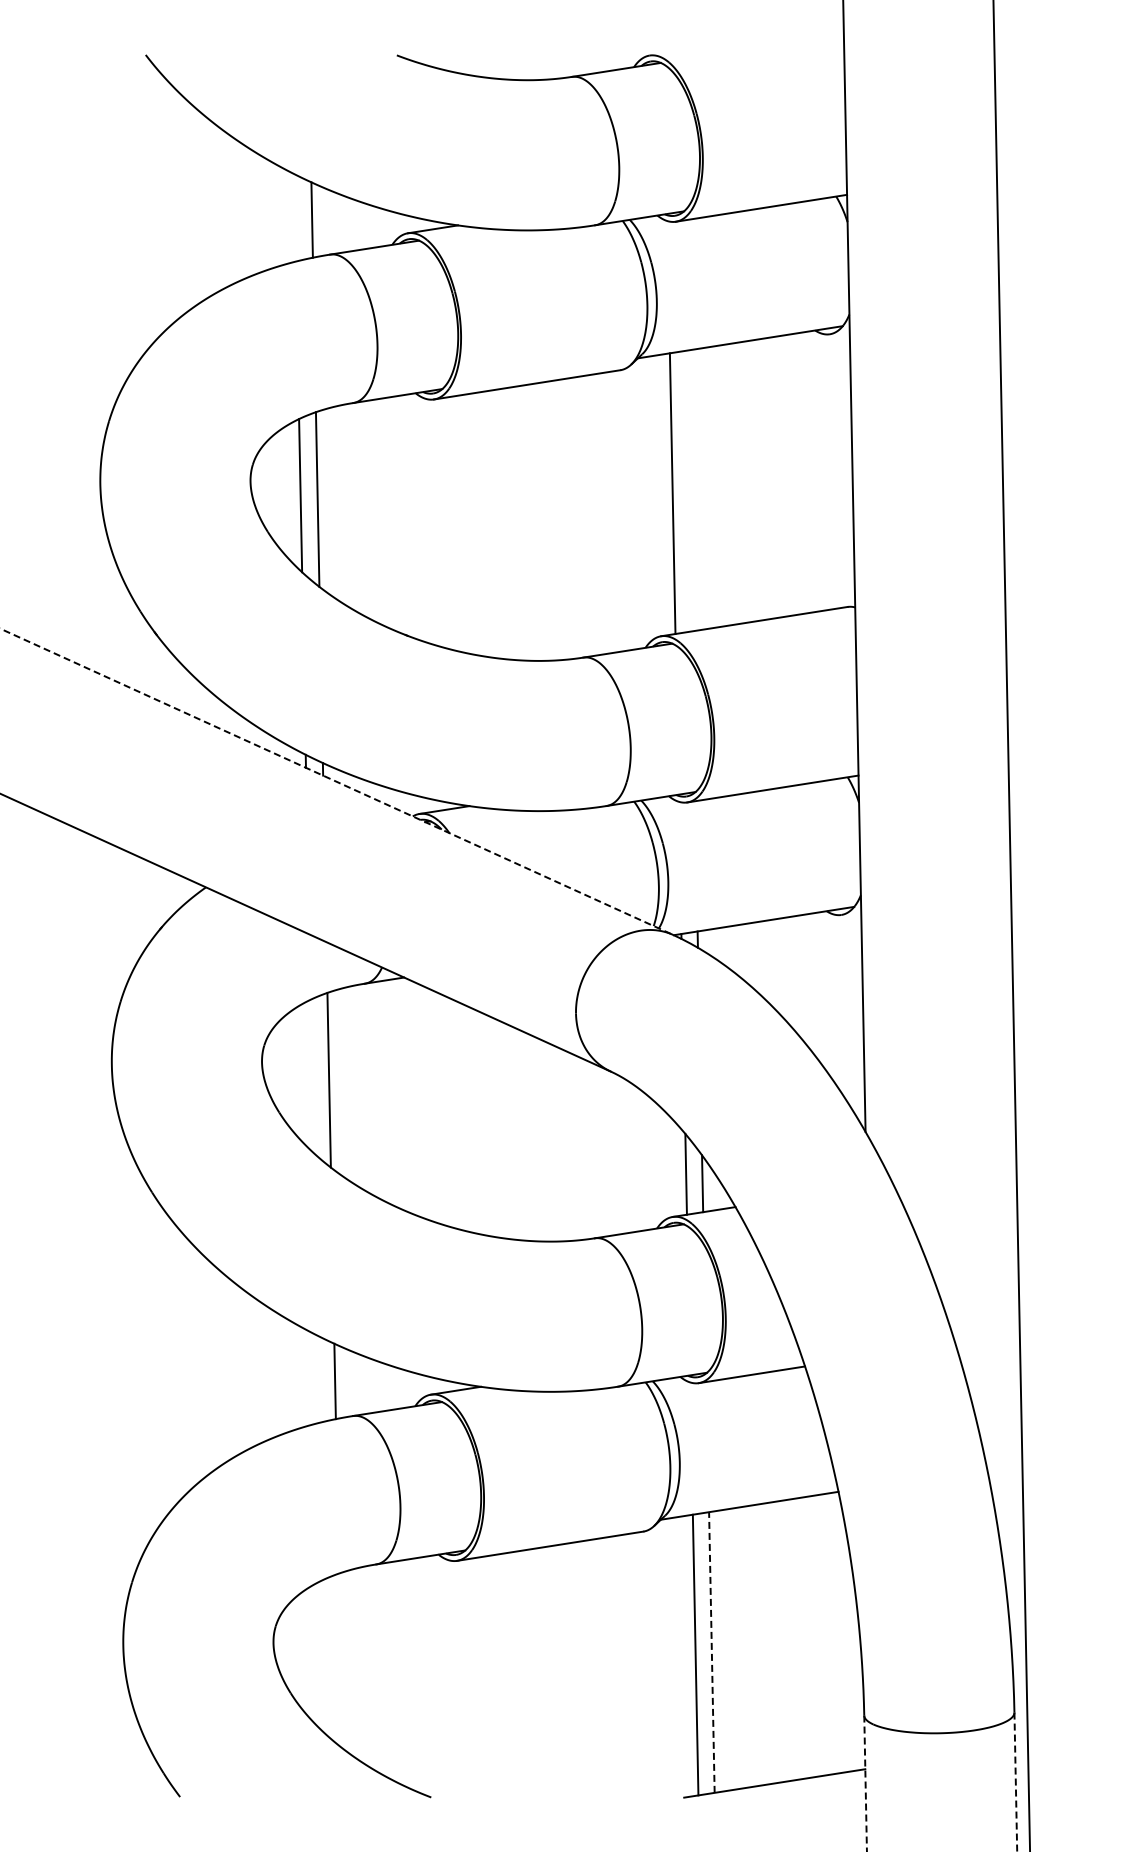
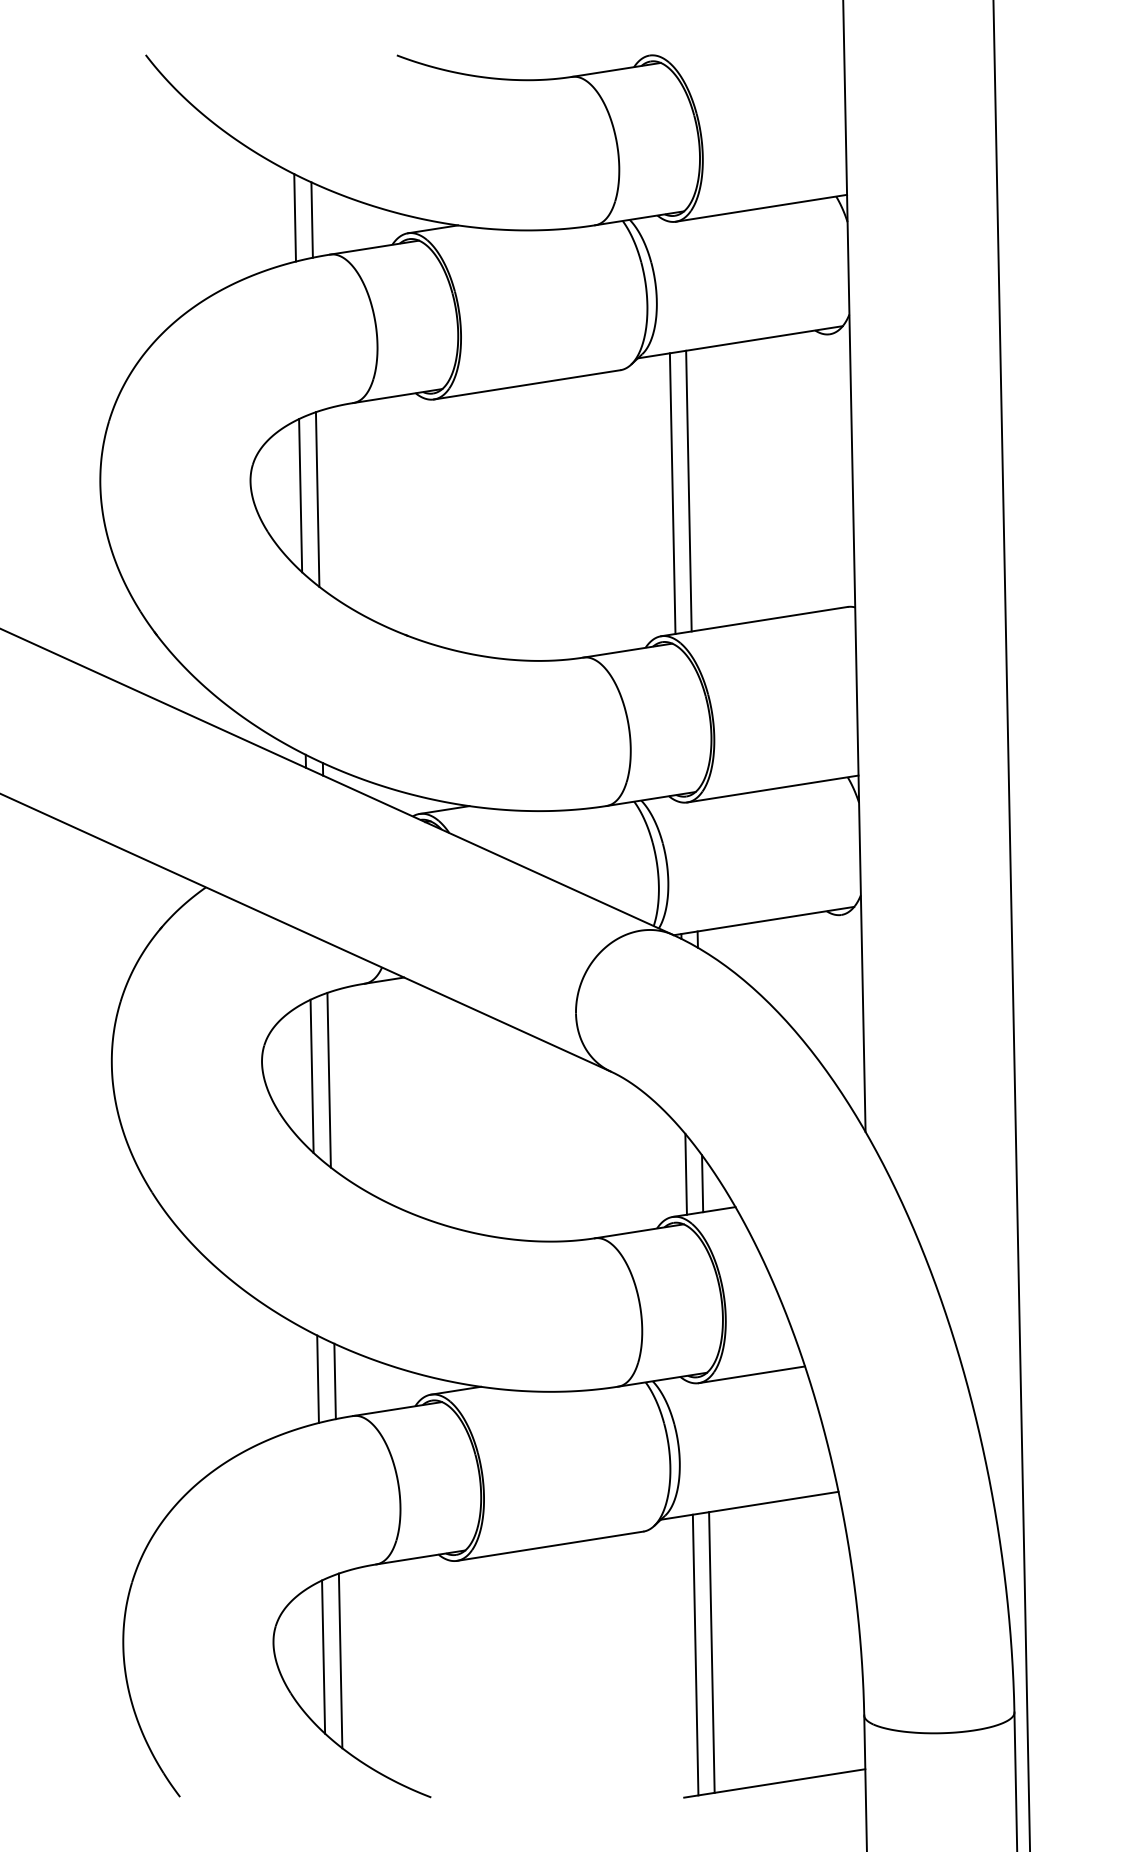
line at (294, 217): none -> present
line at (688, 490): none -> present
line at (337, 782): dashed -> solid
line at (311, 1075): none -> present
line at (317, 1378): none -> present
line at (711, 1652): dashed -> solid
line at (323, 1656): none -> present
line at (340, 1660): none -> present
line at (1015, 1782): dashed -> solid
line at (865, 1783): dashed -> solid
